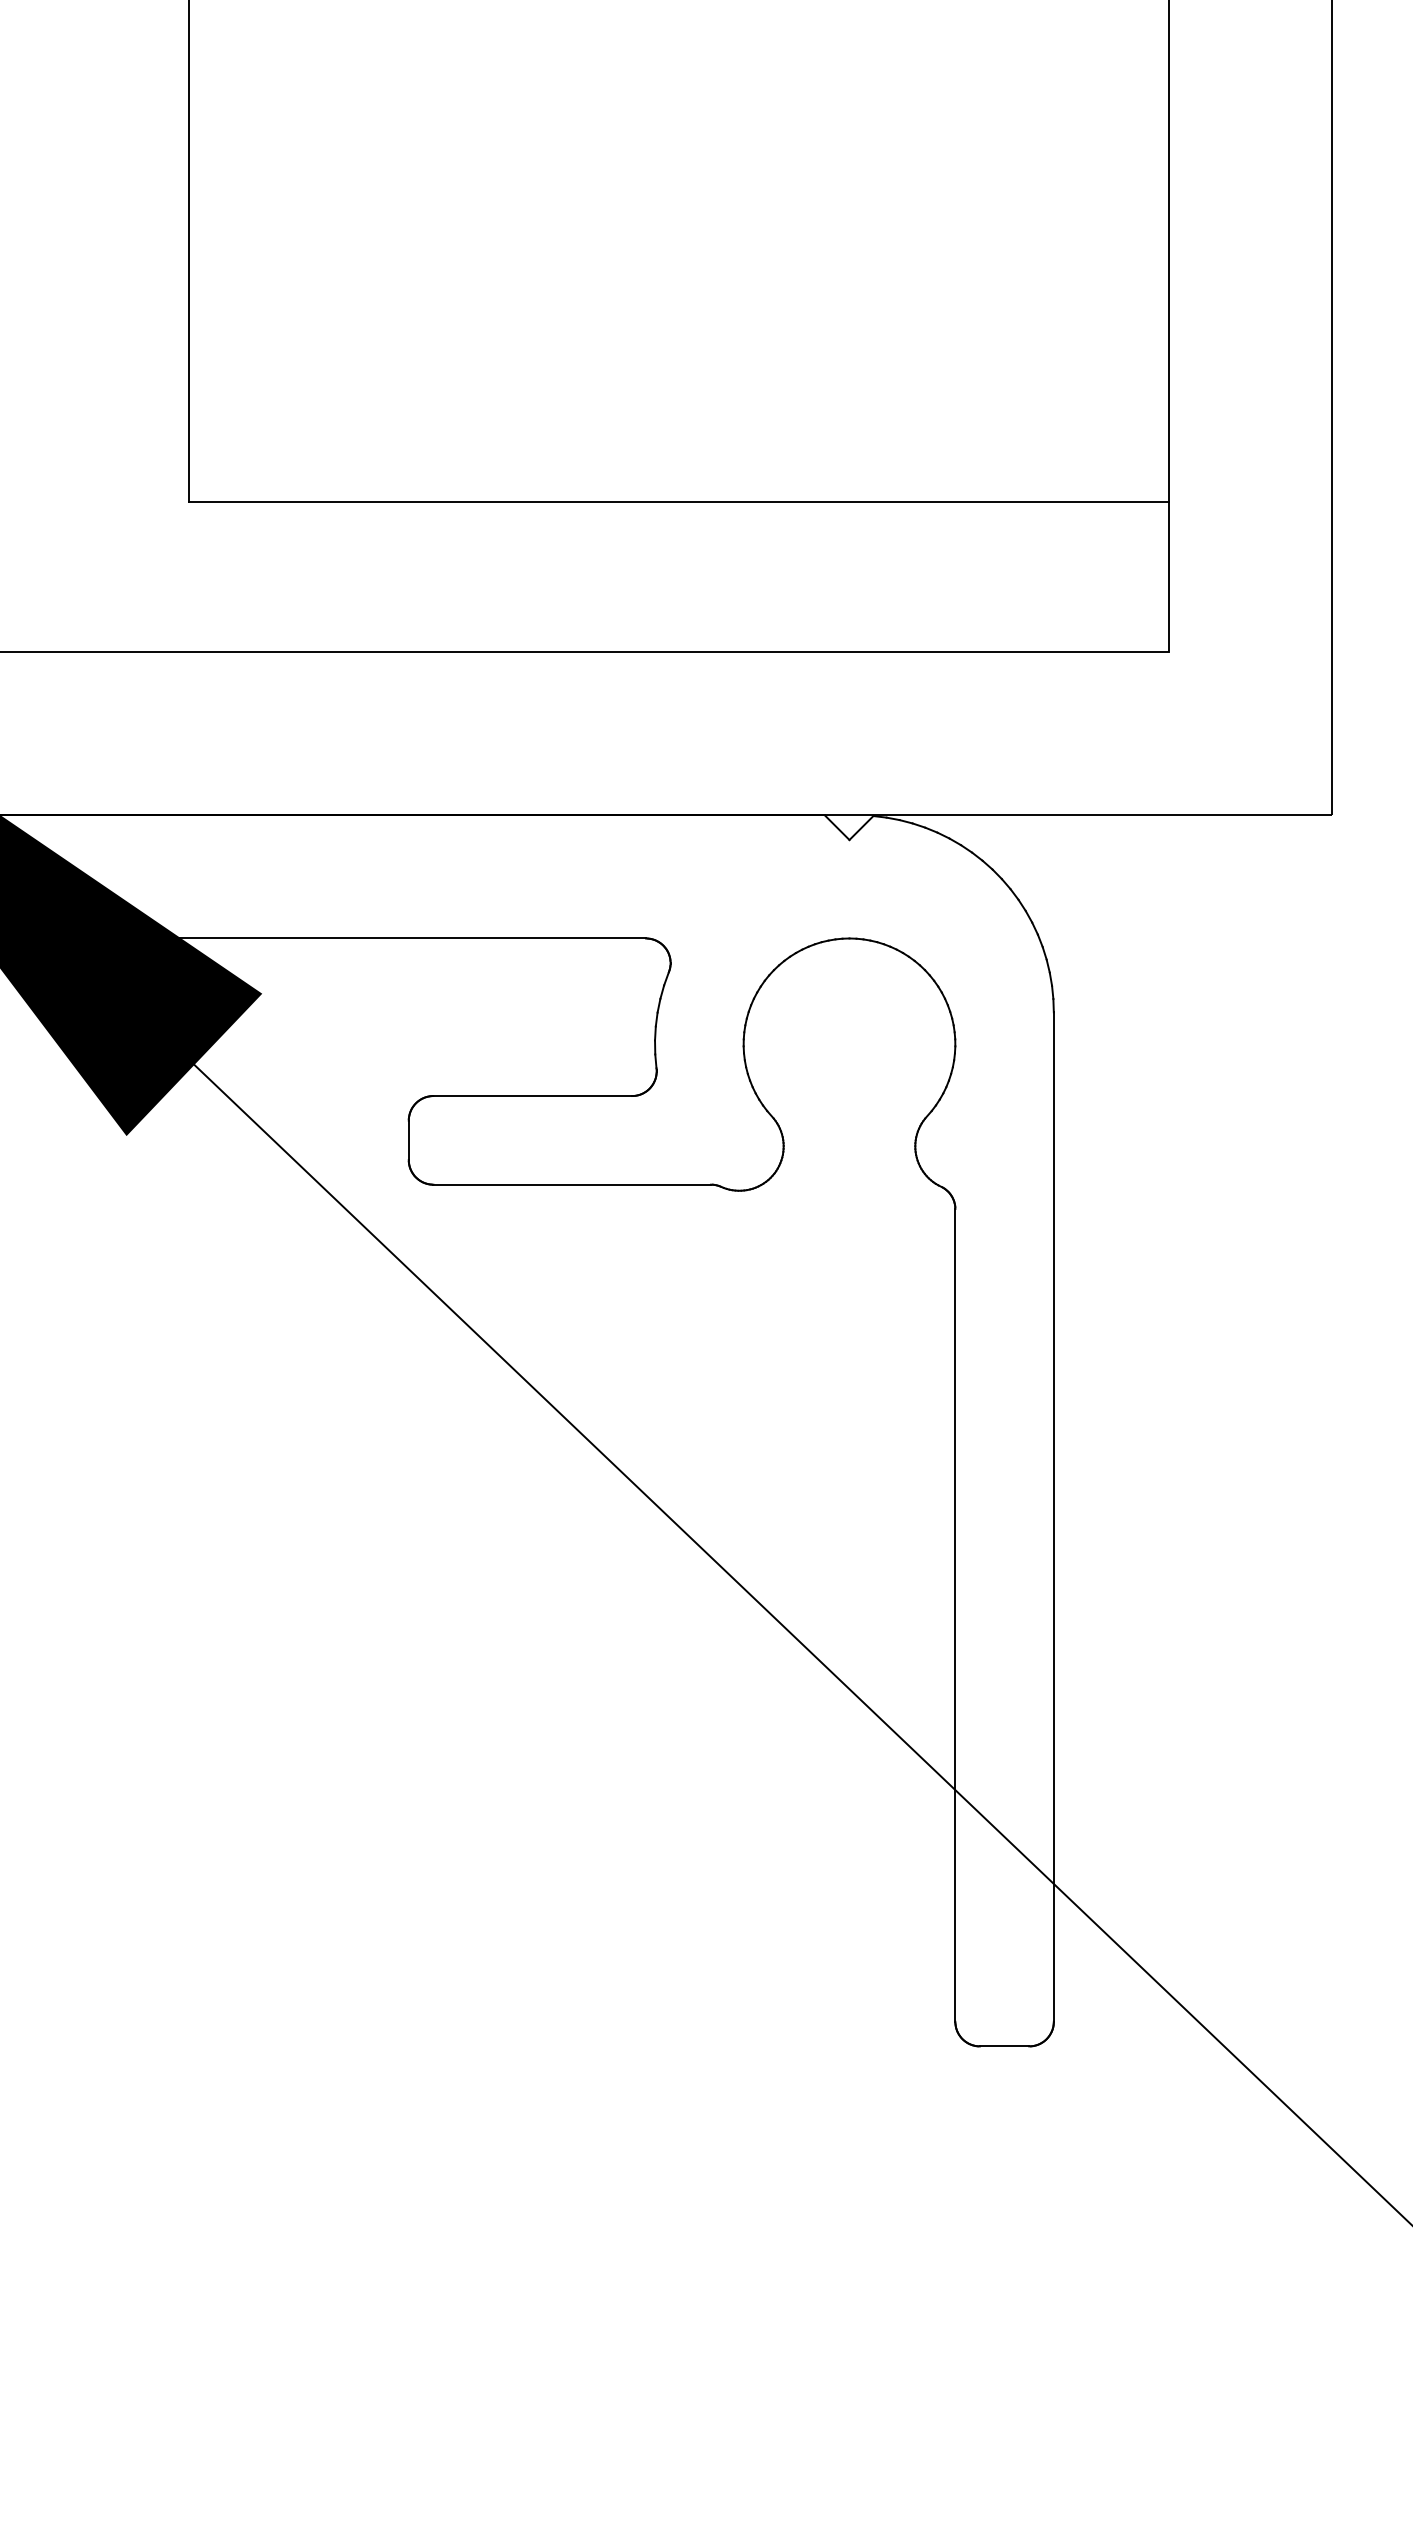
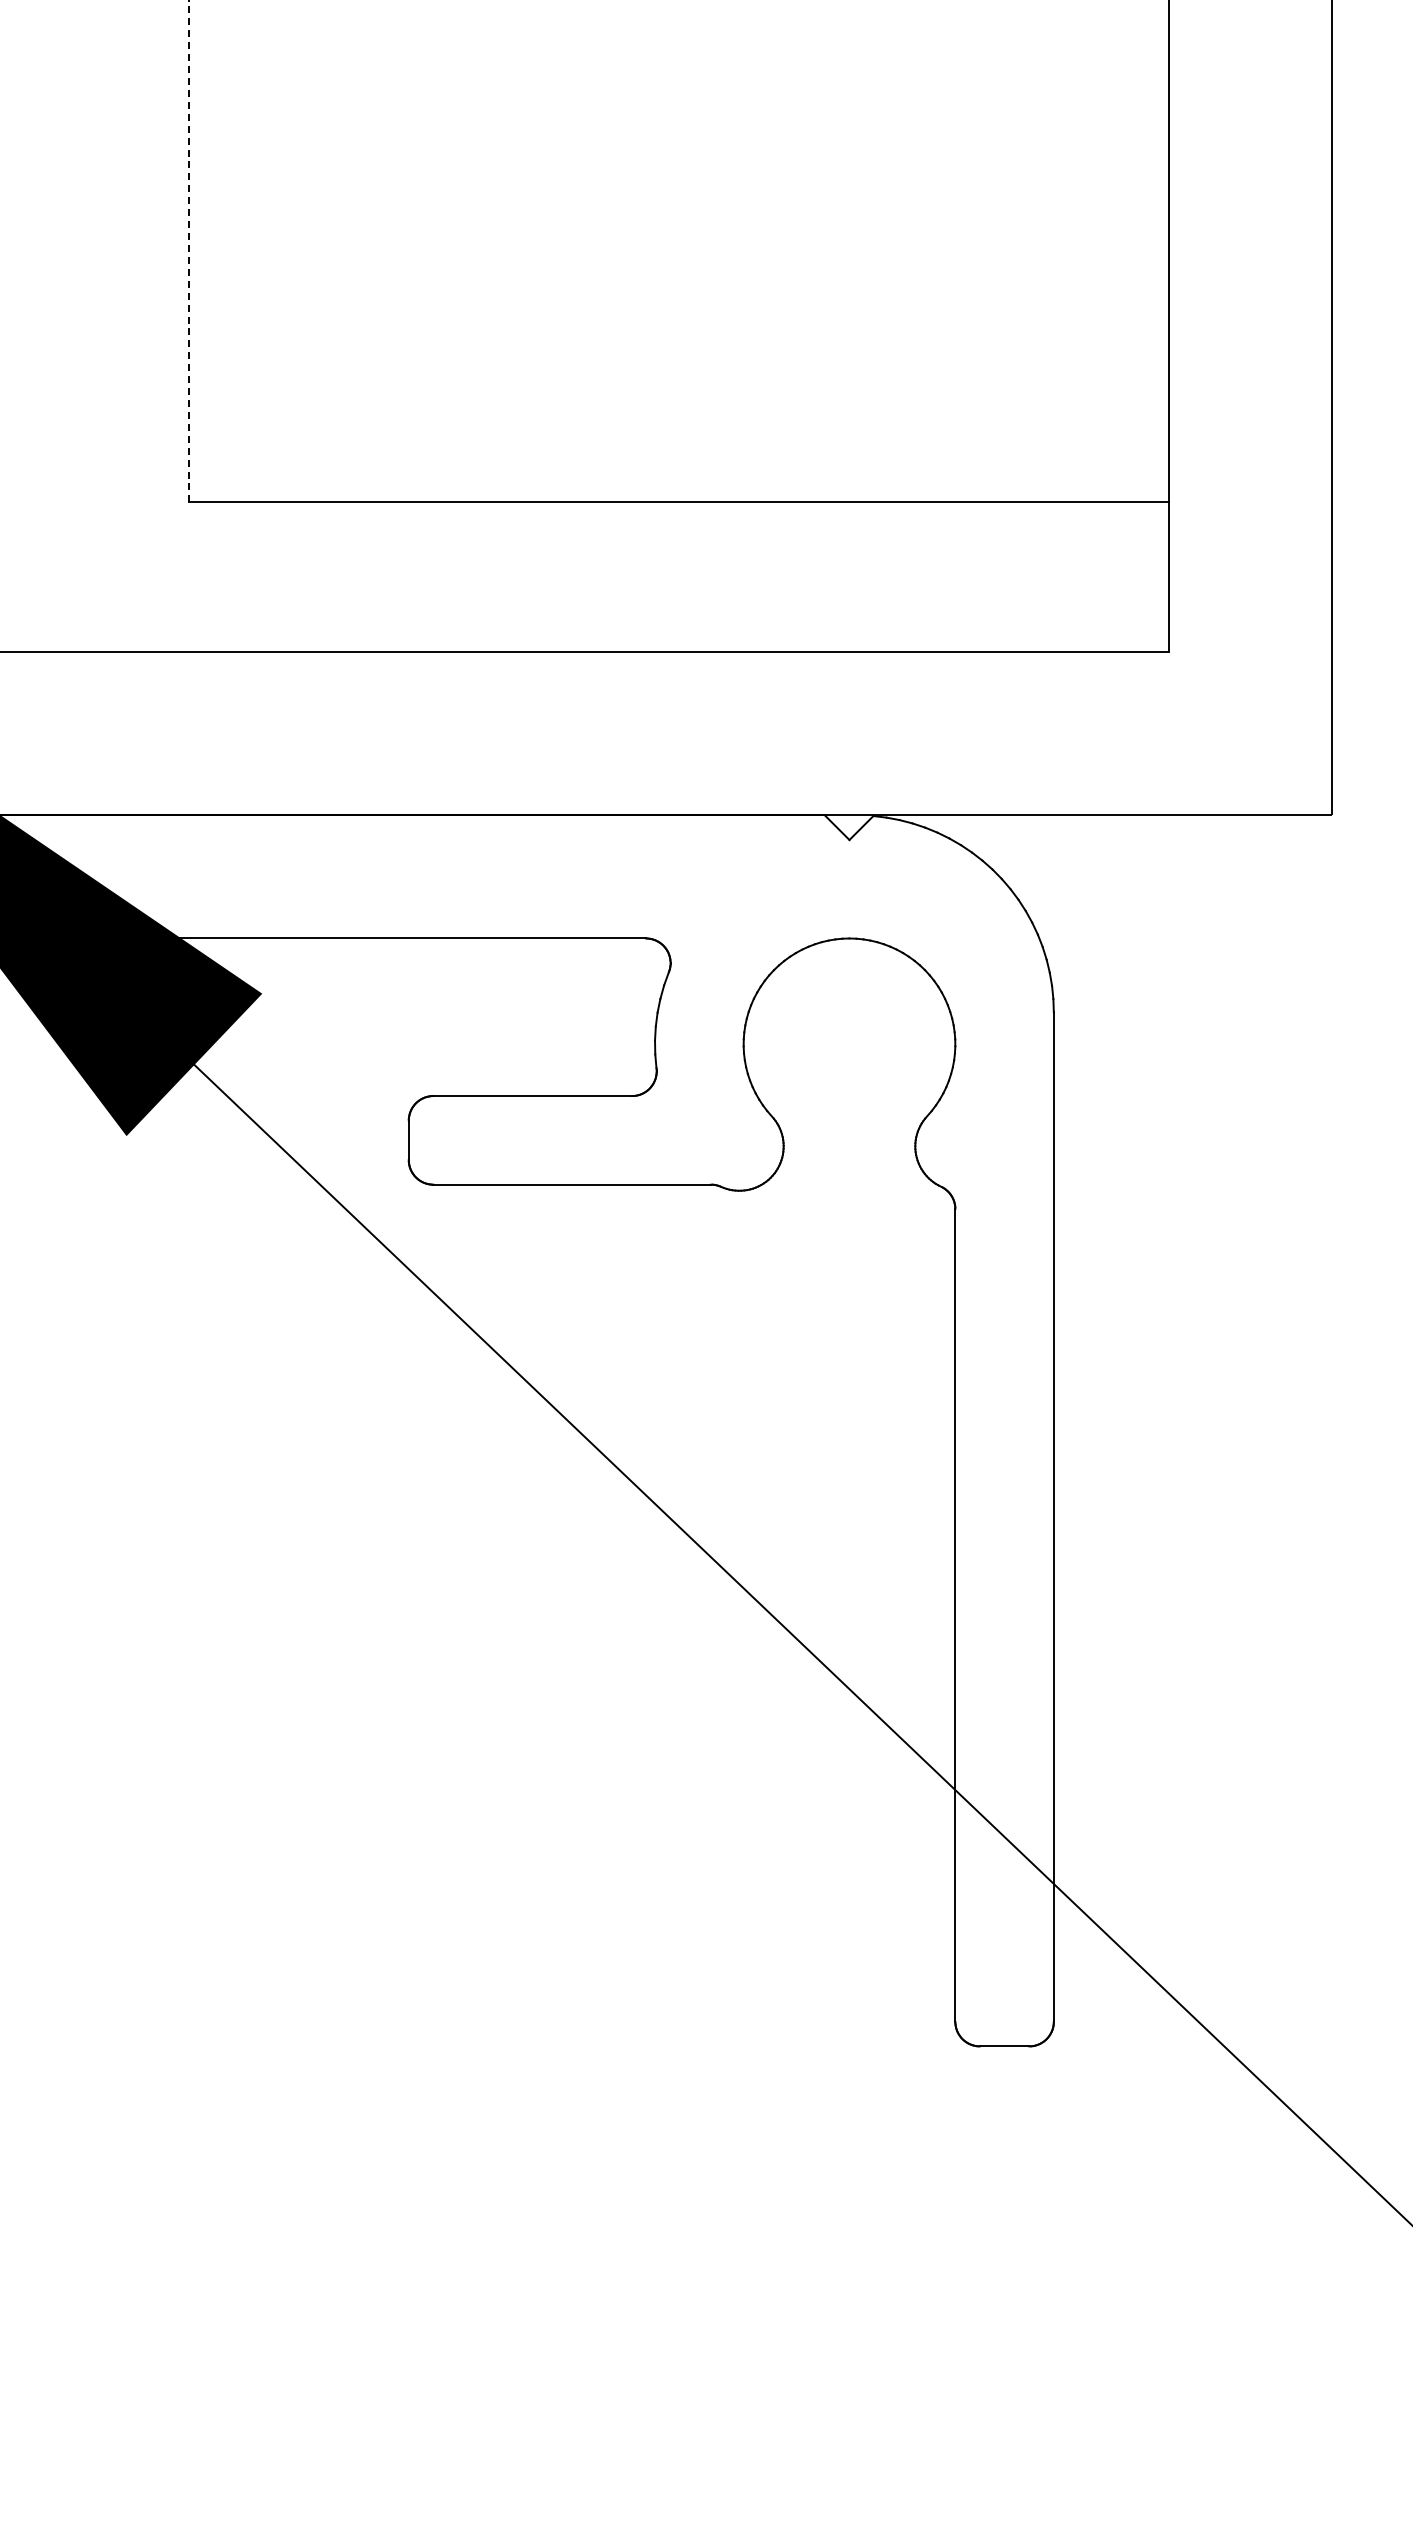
line at (188, 251): solid -> dashed
